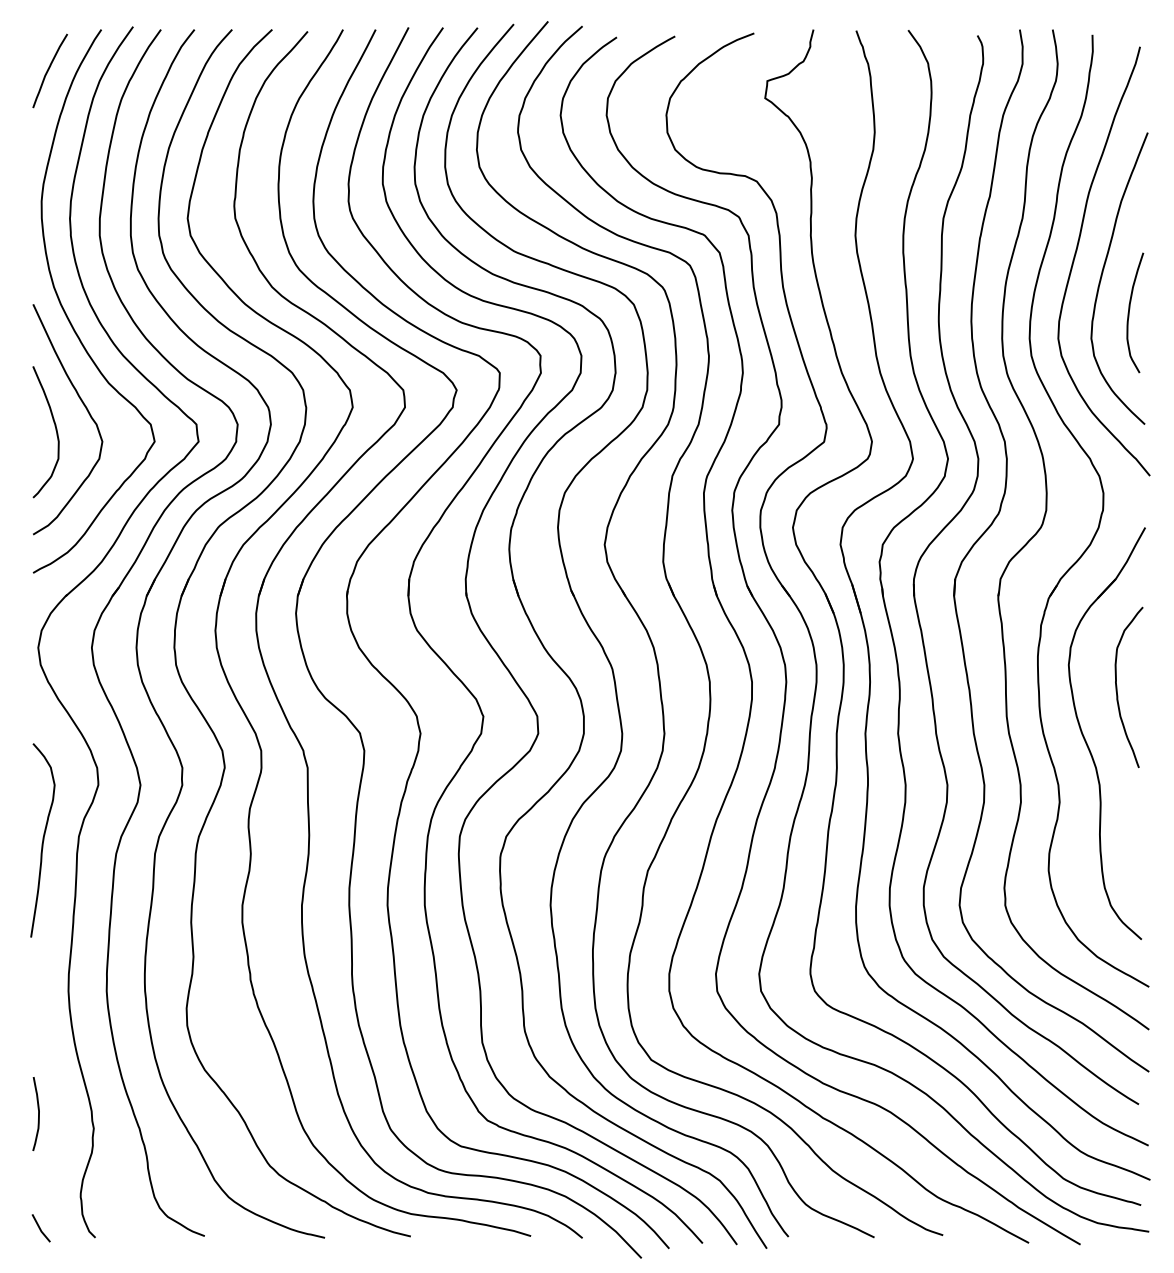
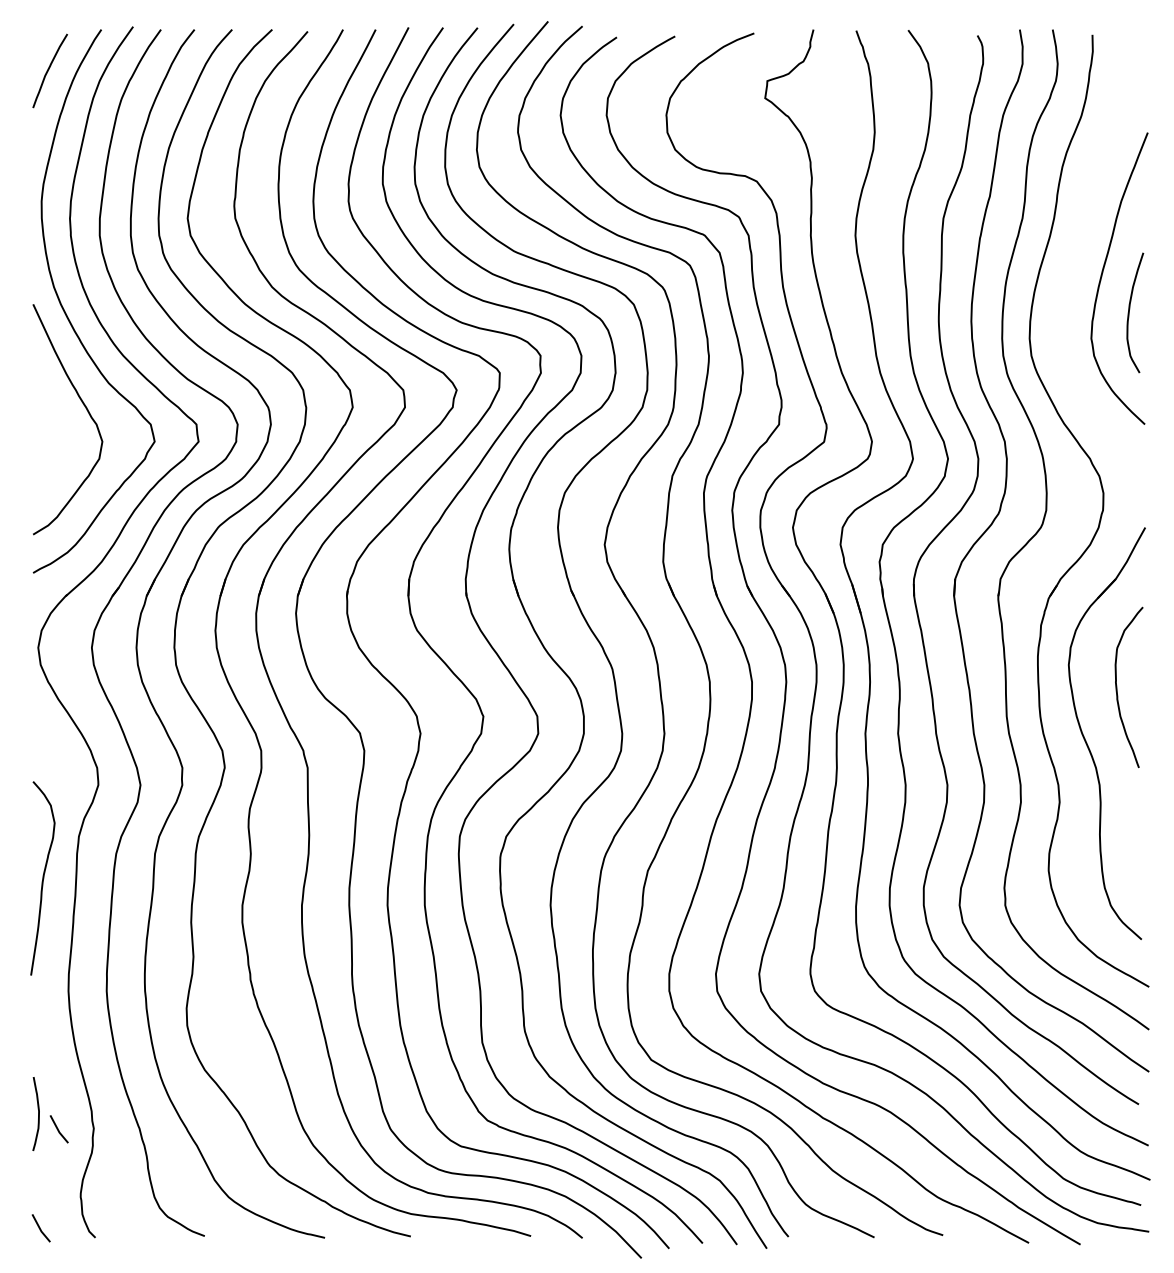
curve at (1076, 254): present -> none
curve at (55, 430): present -> none
curve at (42, 840) position: (42, 840) -> (42, 878)
line at (58, 1129): none -> present
